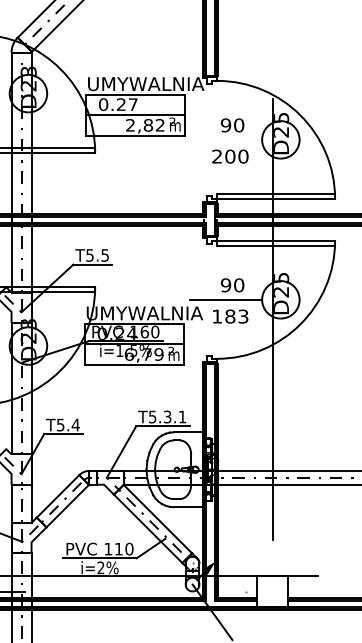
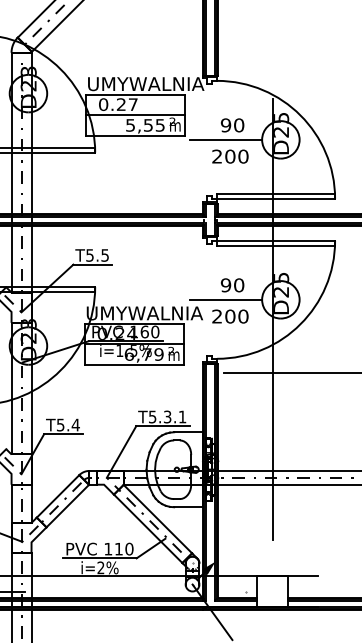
text at (145, 125): 2,82 -> 5,55
line at (226, 139): none -> present
text at (230, 316): 183 -> 200
line at (290, 373): none -> present
